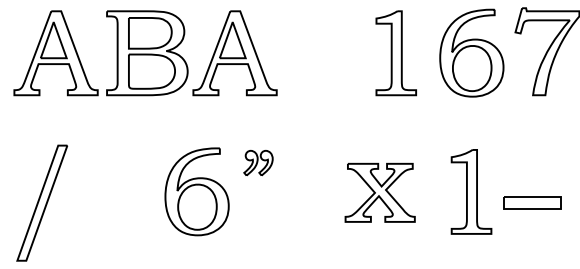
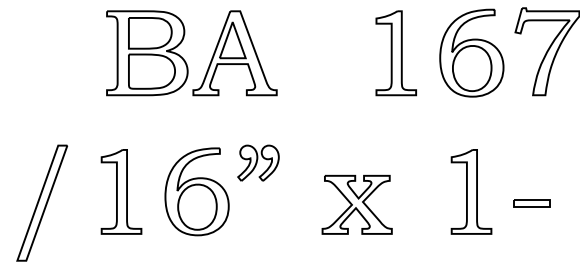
part at (55, 53): present -> none
part at (258, 163) size: 31x27 px -> 43x38 px
part at (121, 191): none -> present
part at (379, 192) position: (379, 192) -> (356, 204)
part at (532, 202) size: 59x14 px -> 38x9 px
